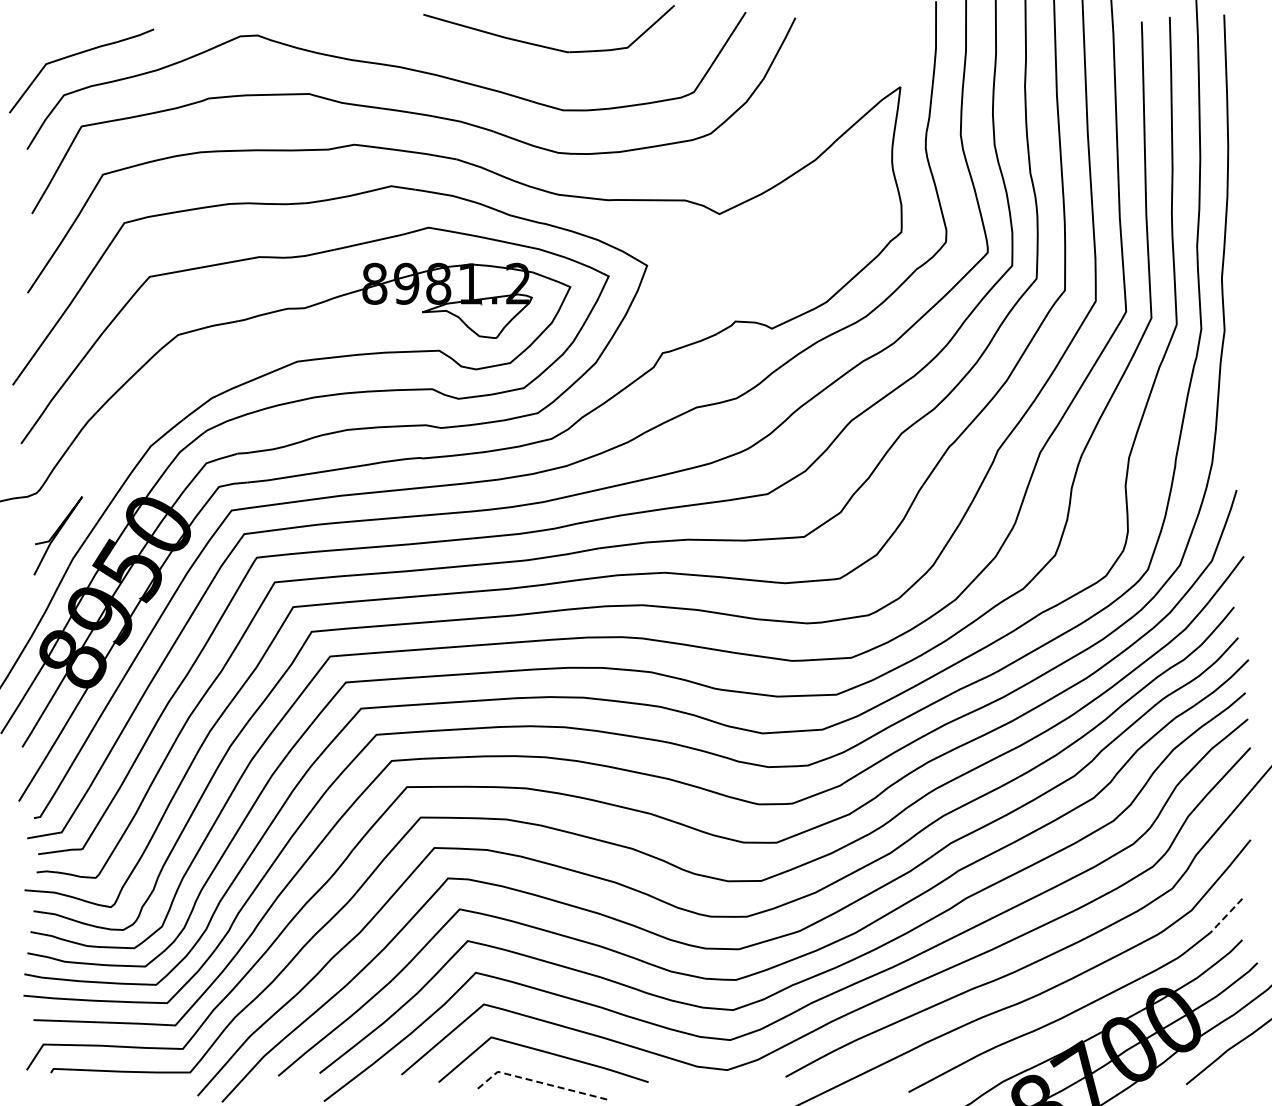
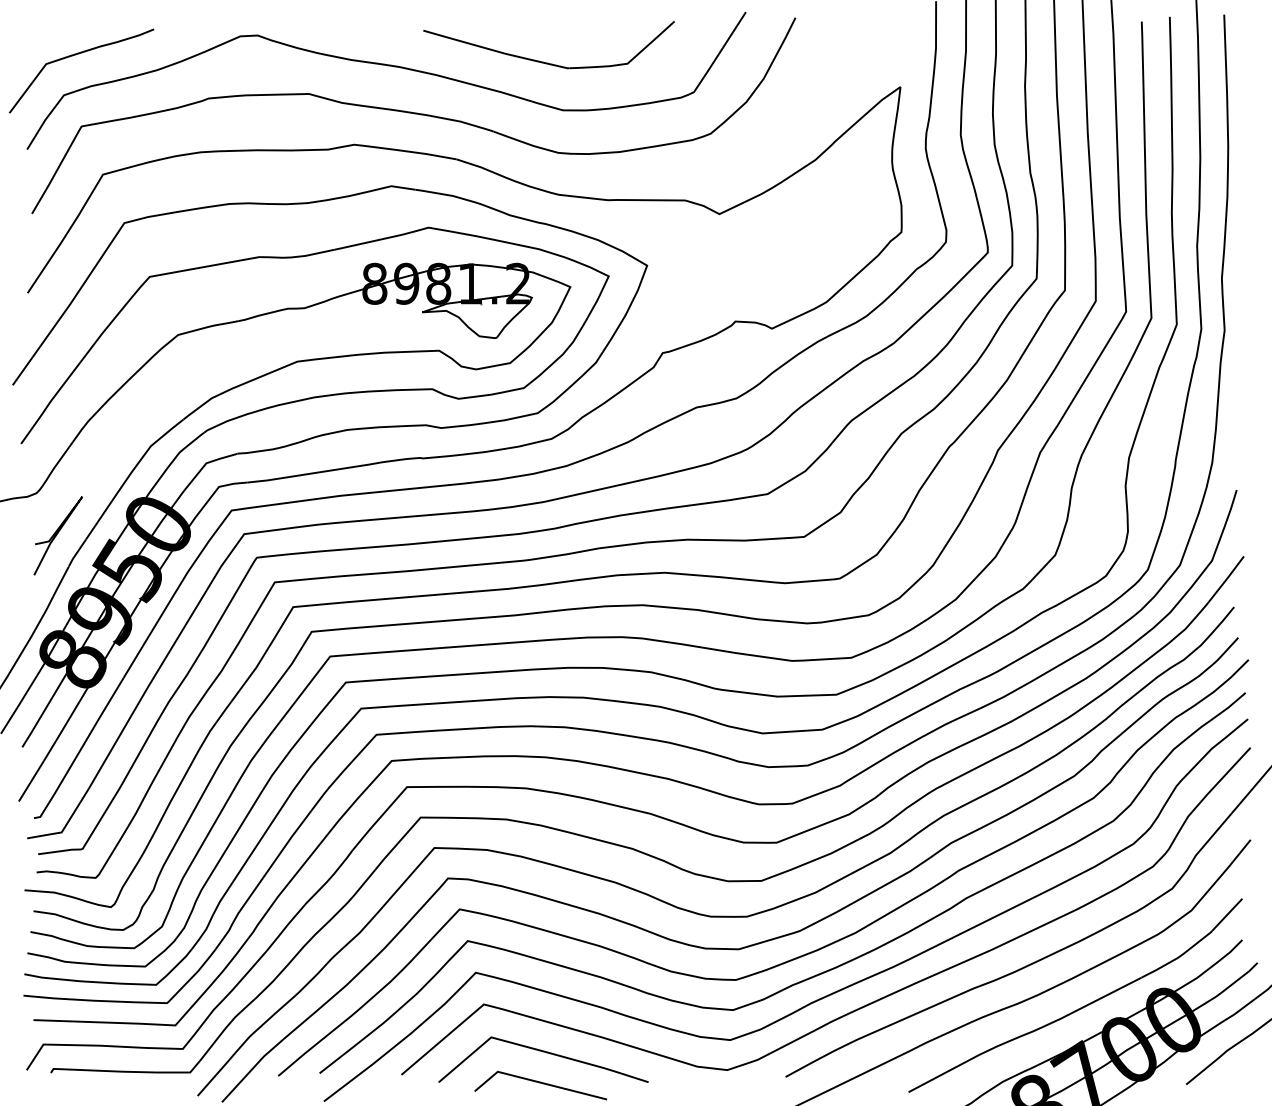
part at (543, 45) position: (543, 45) -> (543, 61)
line at (1226, 915): dashed -> solid
line at (536, 1081): dashed -> solid
